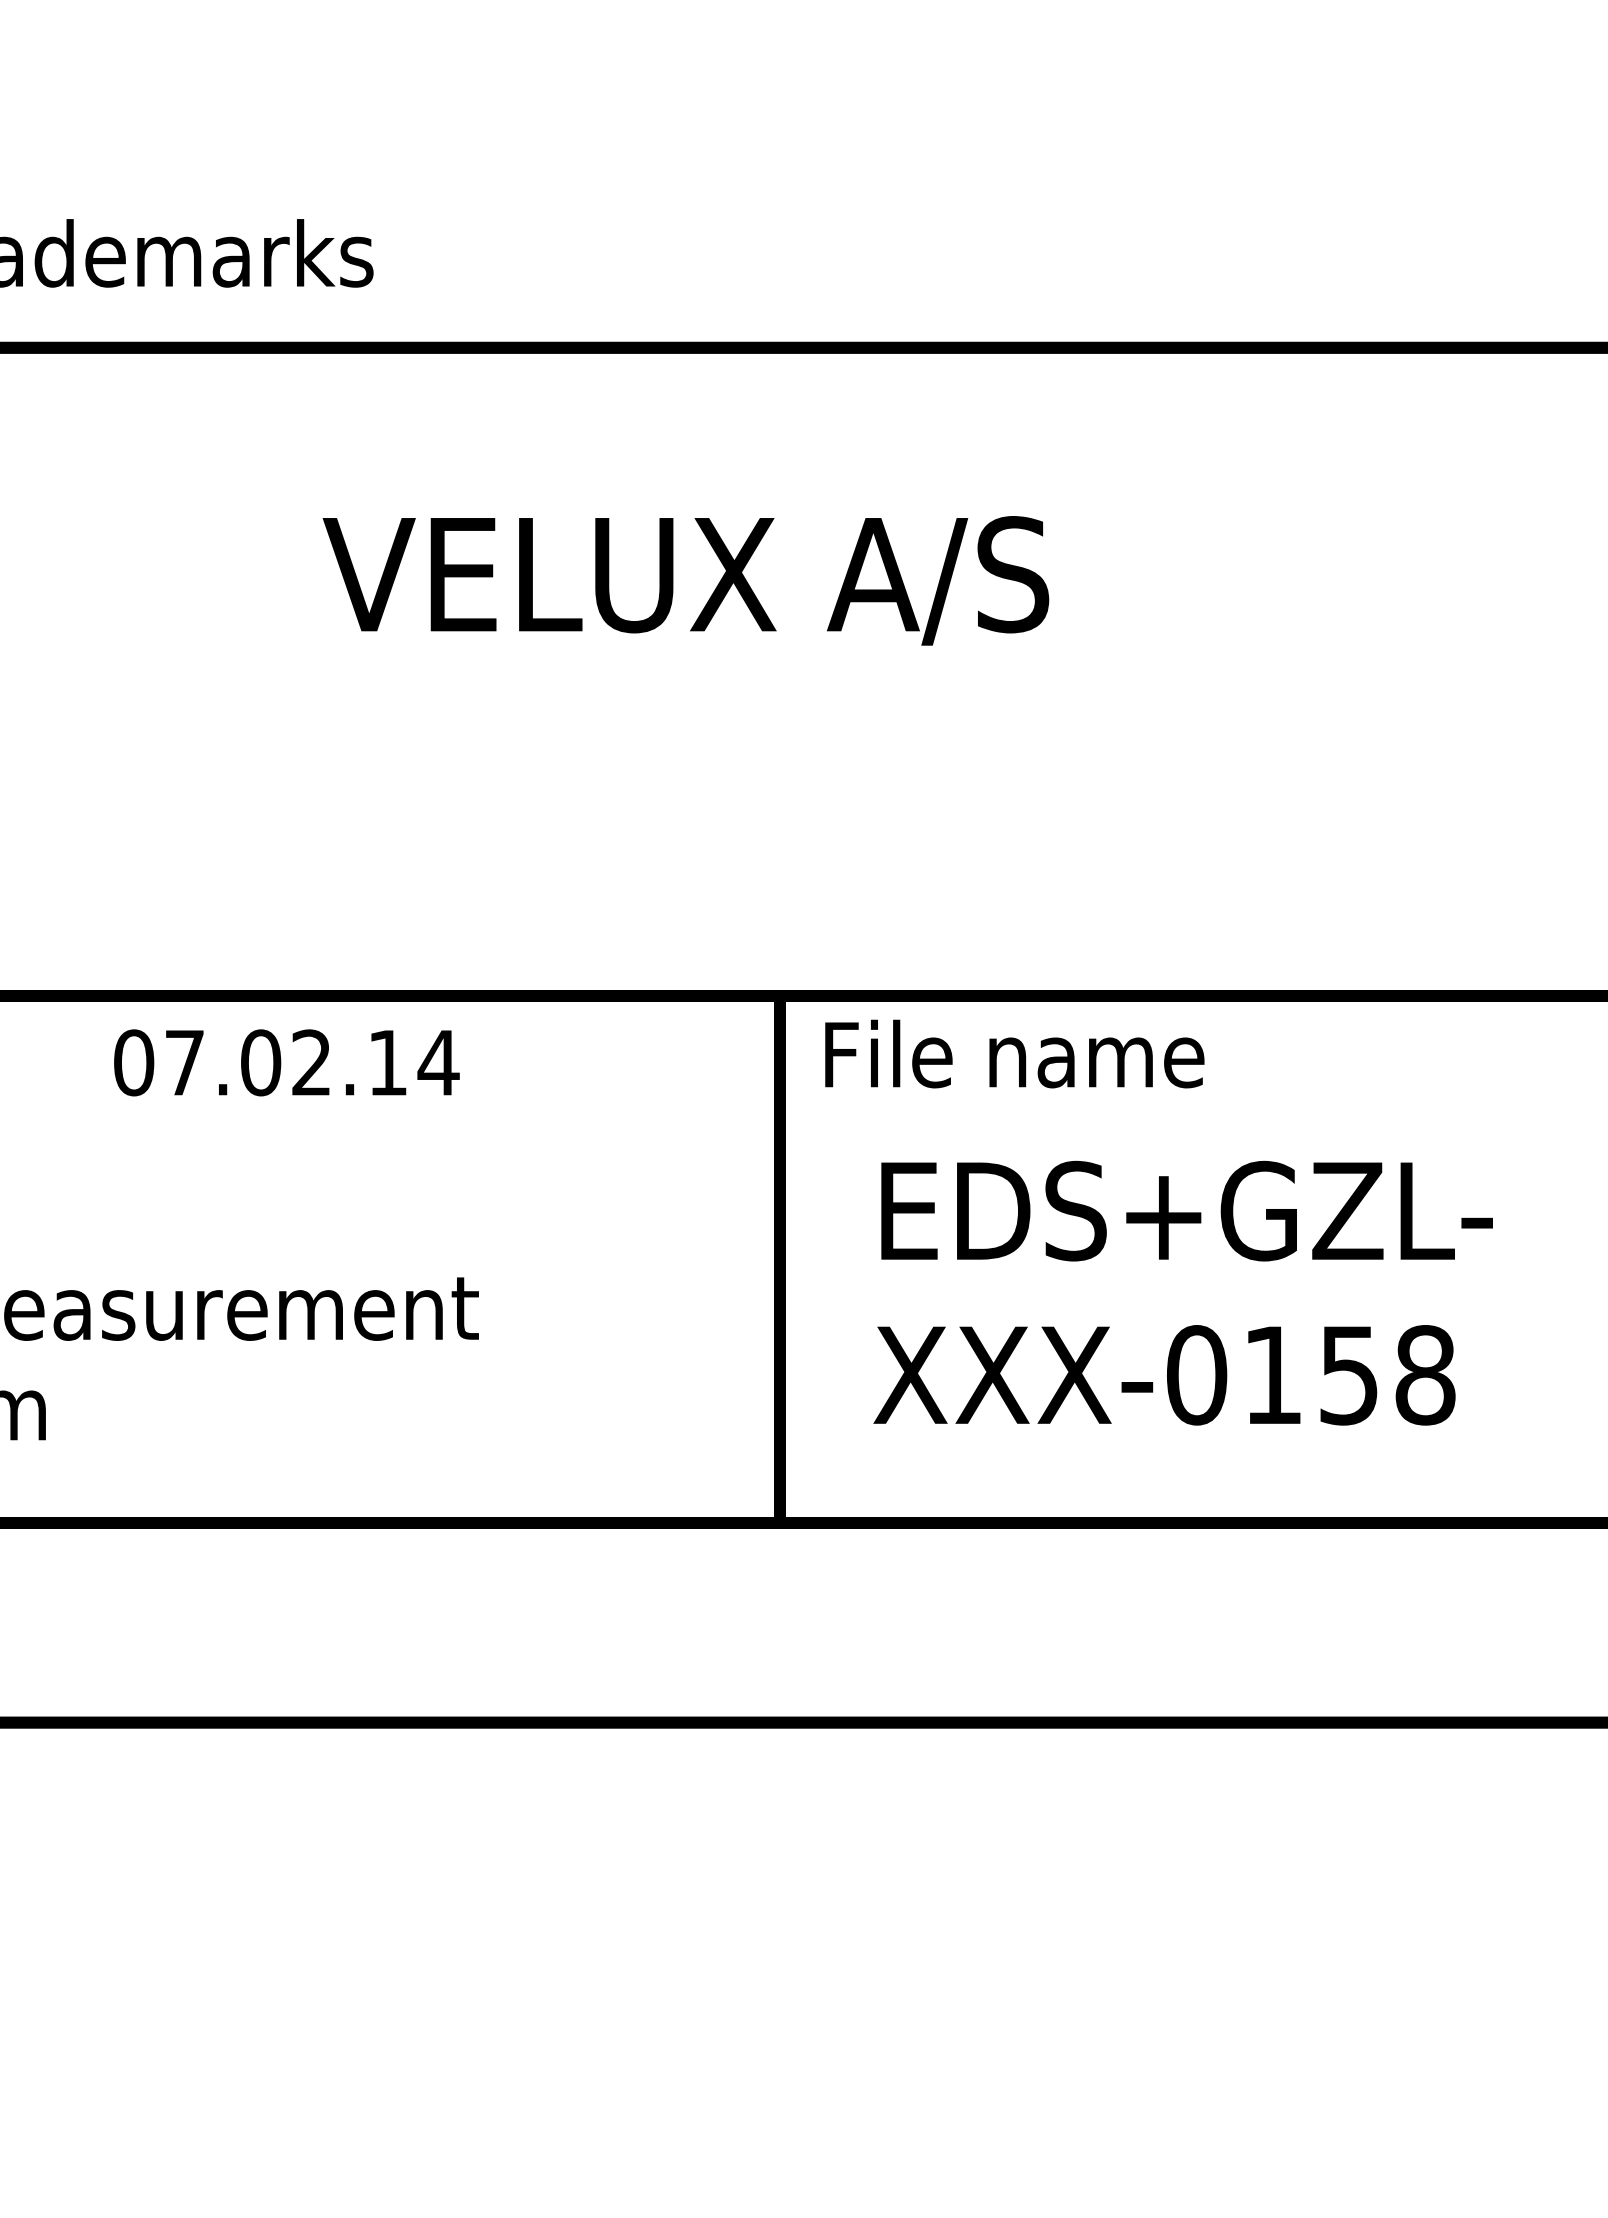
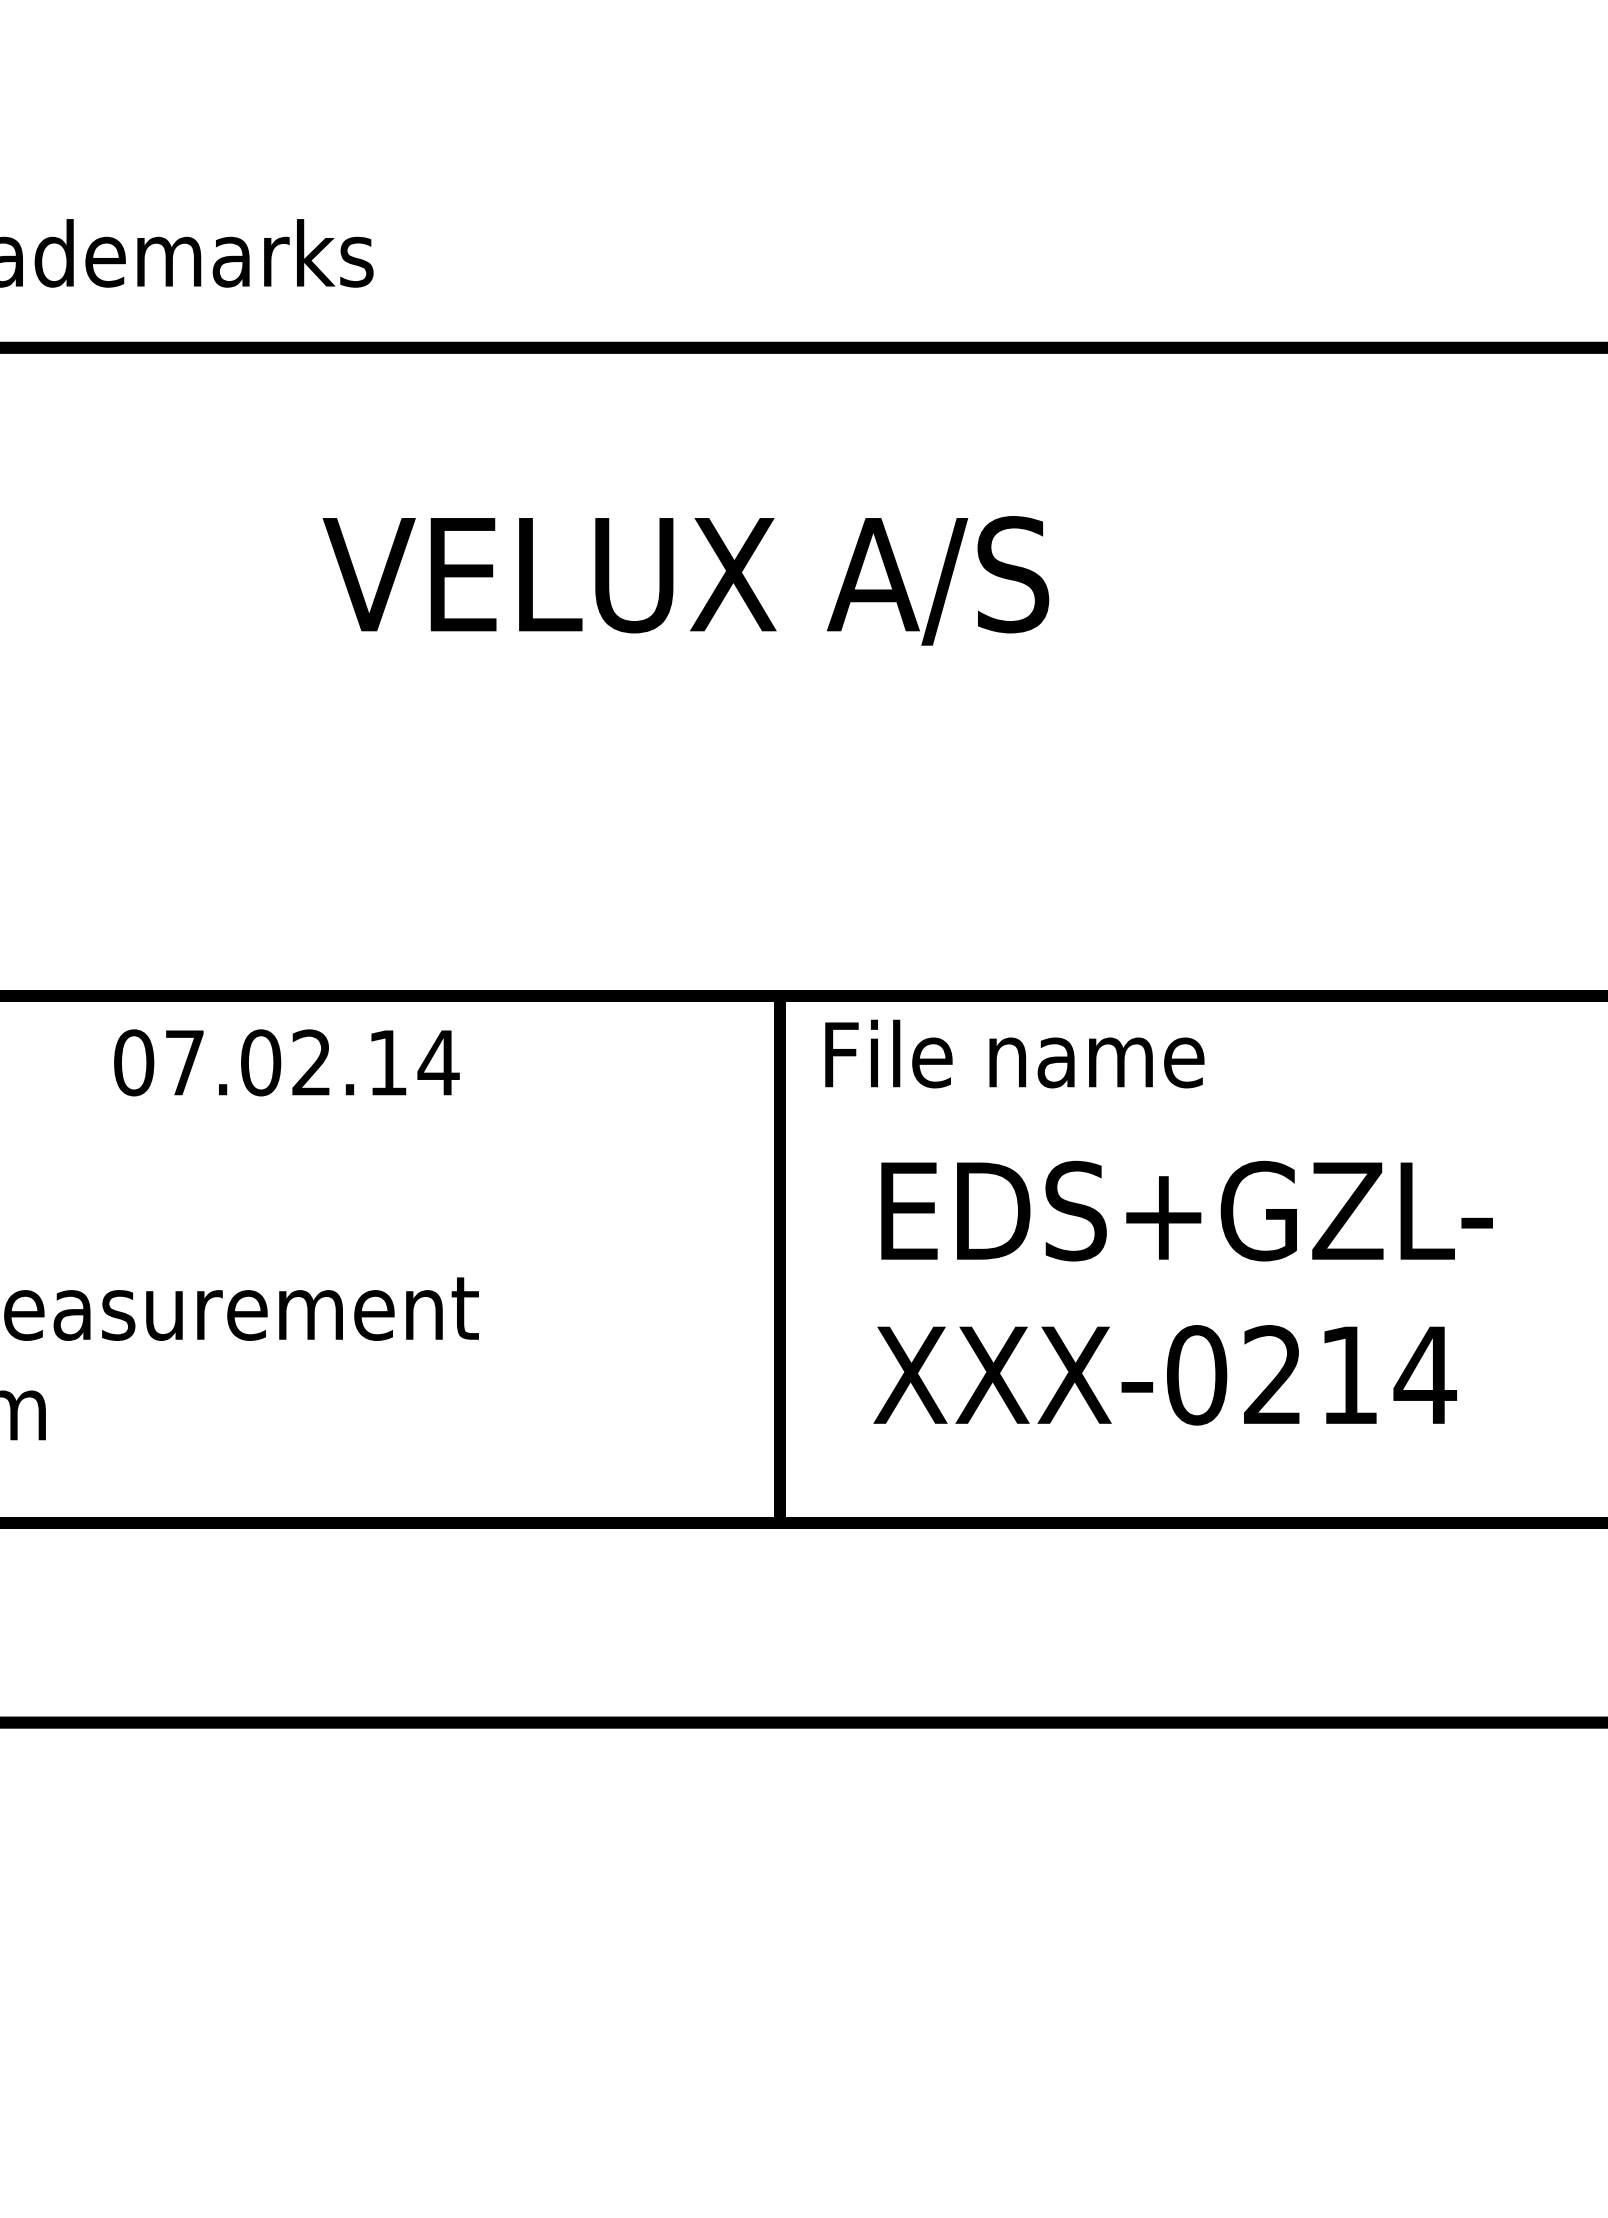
text at (1350, 1375): XXX-0158 -> XXX-0214
